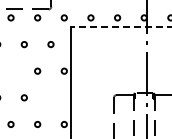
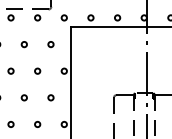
line at (120, 26): dashed -> solid
circle at (10, 70): none -> present
circle at (50, 97): none -> present
